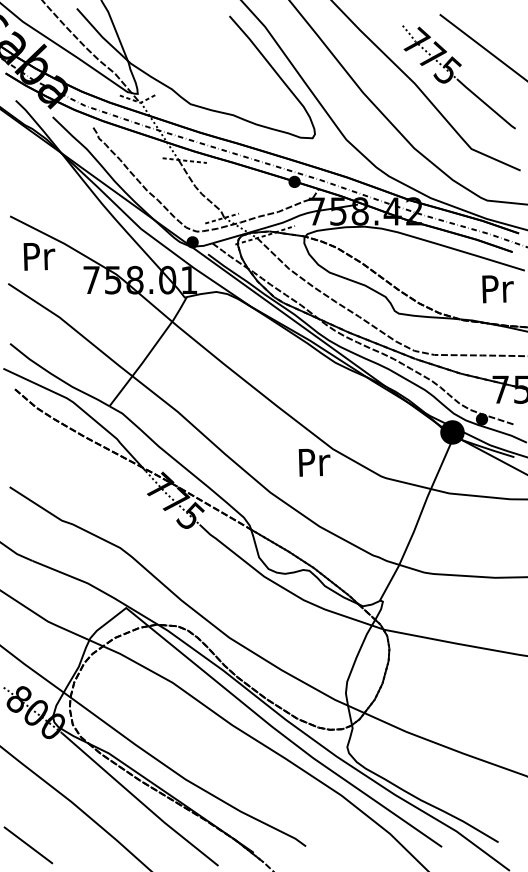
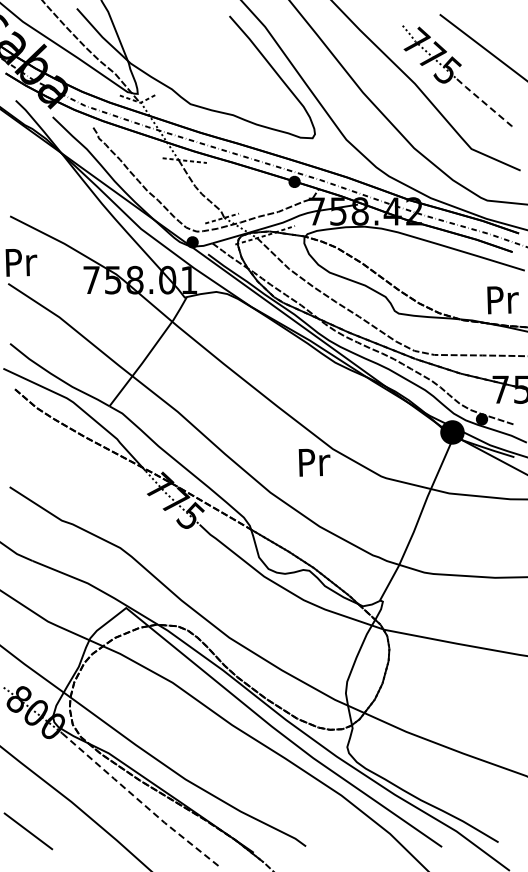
line at (486, 104): solid -> dashed
text at (39, 256) position: (39, 256) -> (21, 262)
text at (497, 289) position: (497, 289) -> (502, 300)
line at (139, 800): solid -> dashed
line at (28, 845) position: (28, 845) -> (28, 831)
